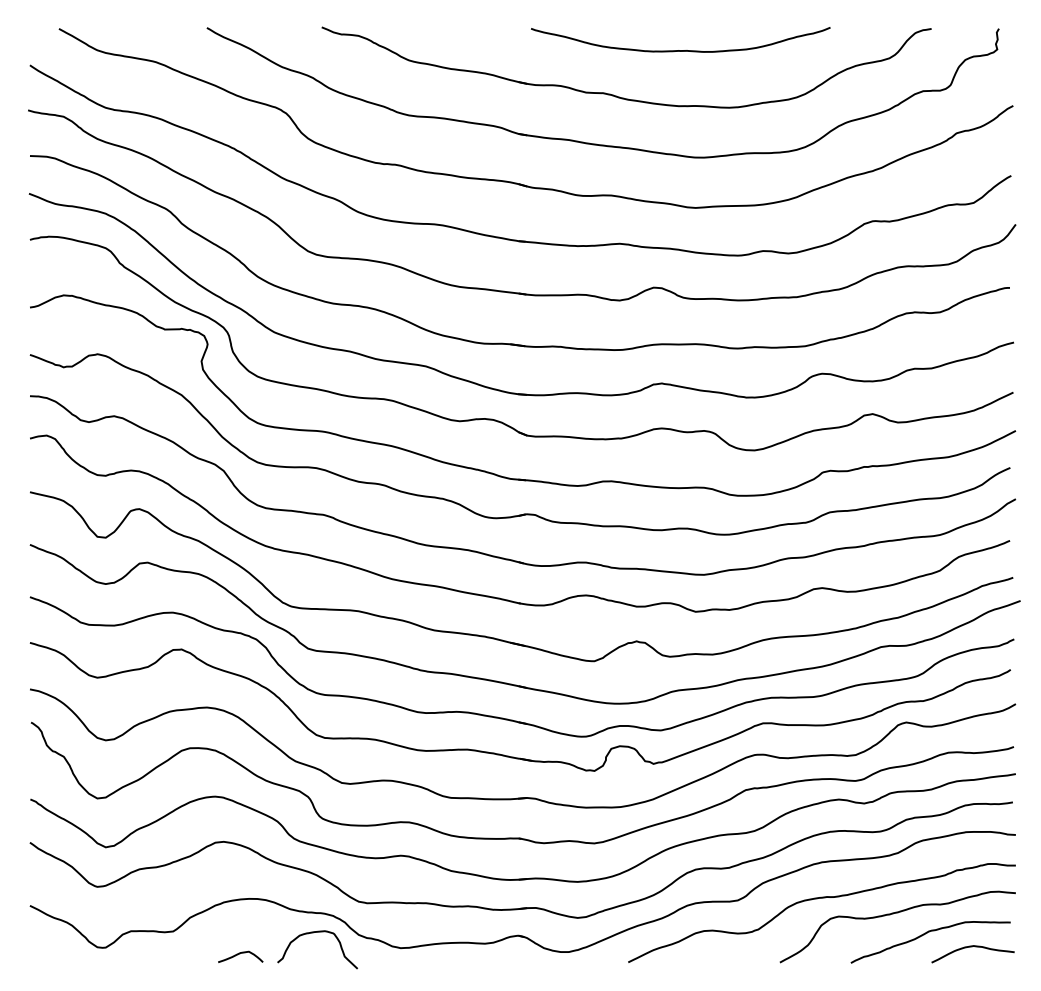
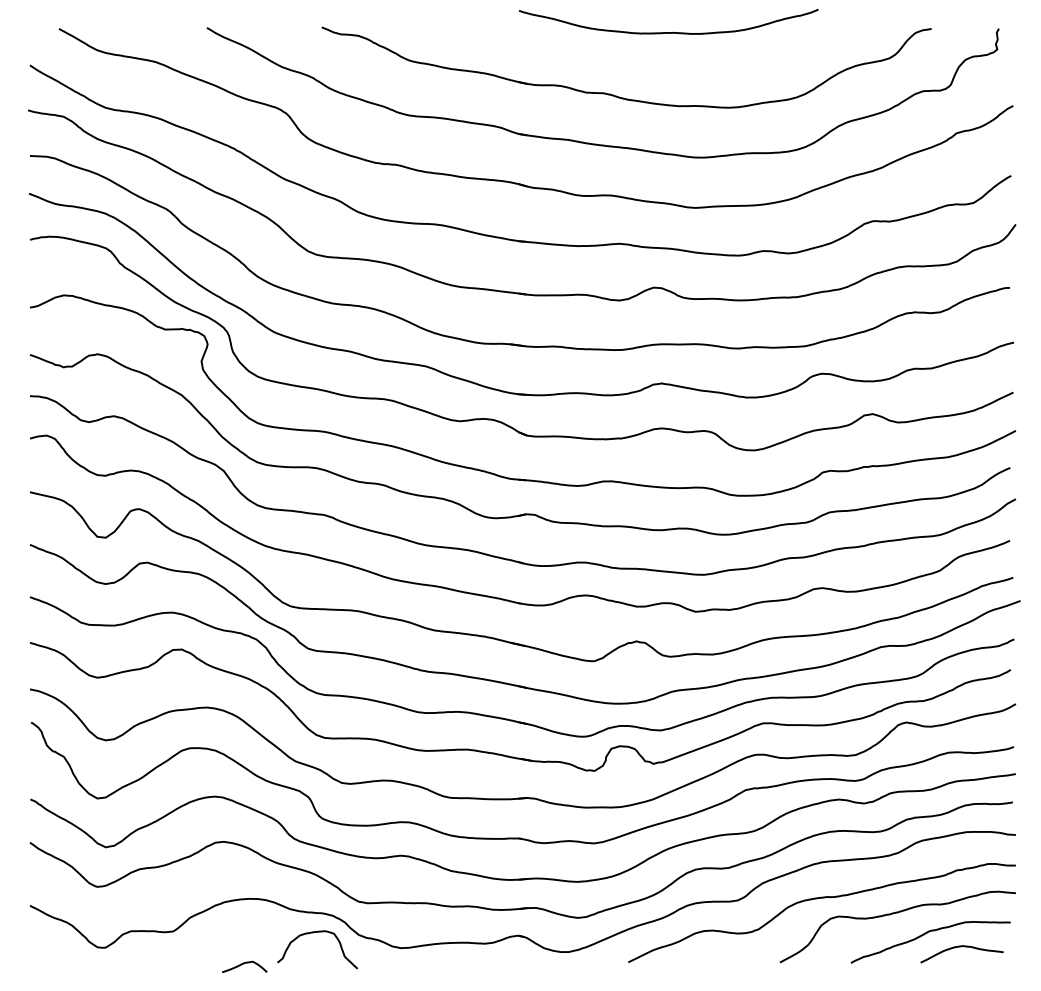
curve at (680, 50) position: (680, 50) -> (668, 32)
curve at (972, 947) position: (972, 947) -> (961, 947)
curve at (240, 954) position: (240, 954) -> (244, 964)
